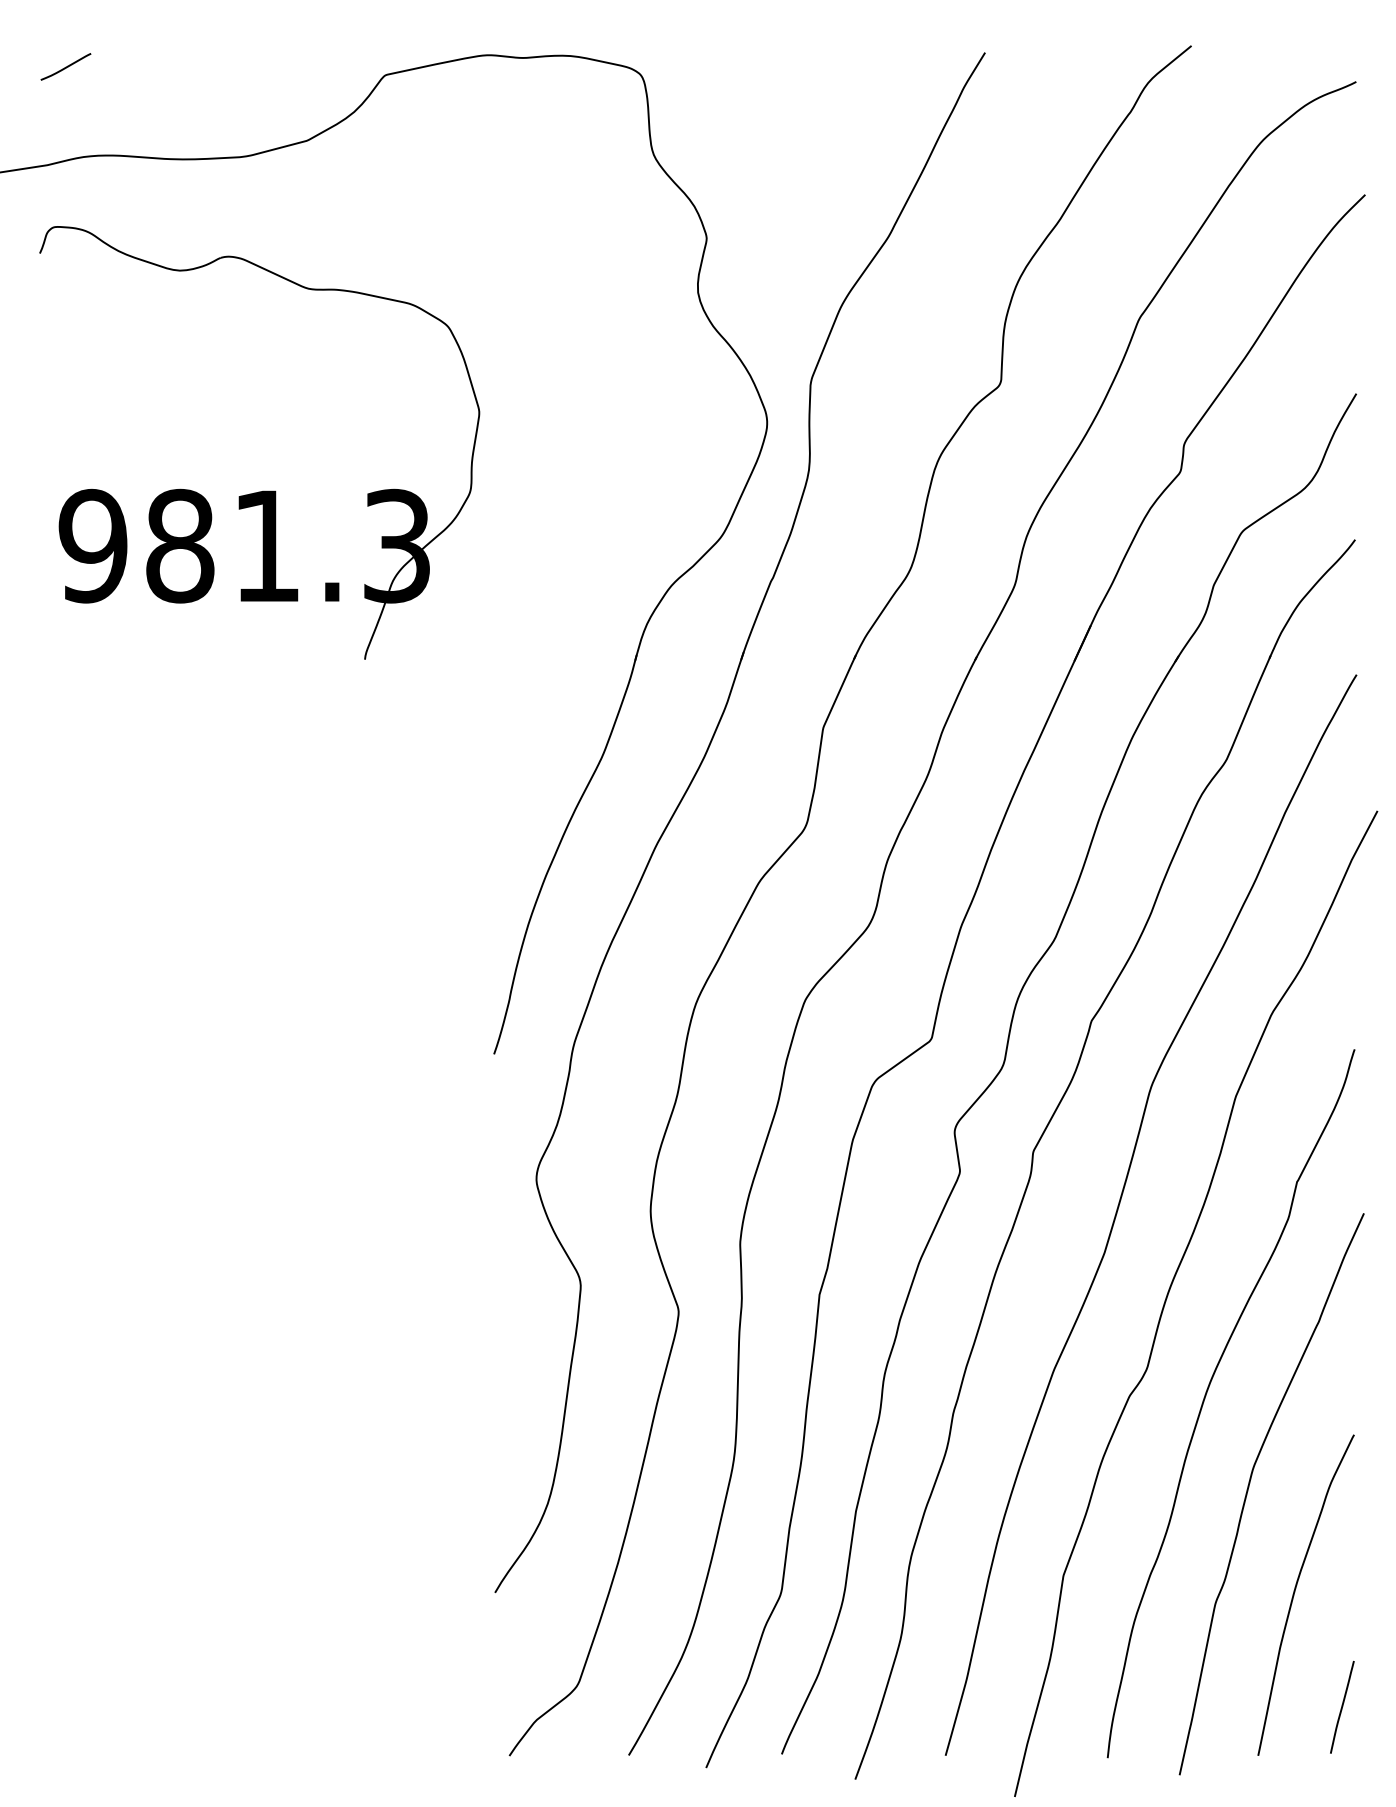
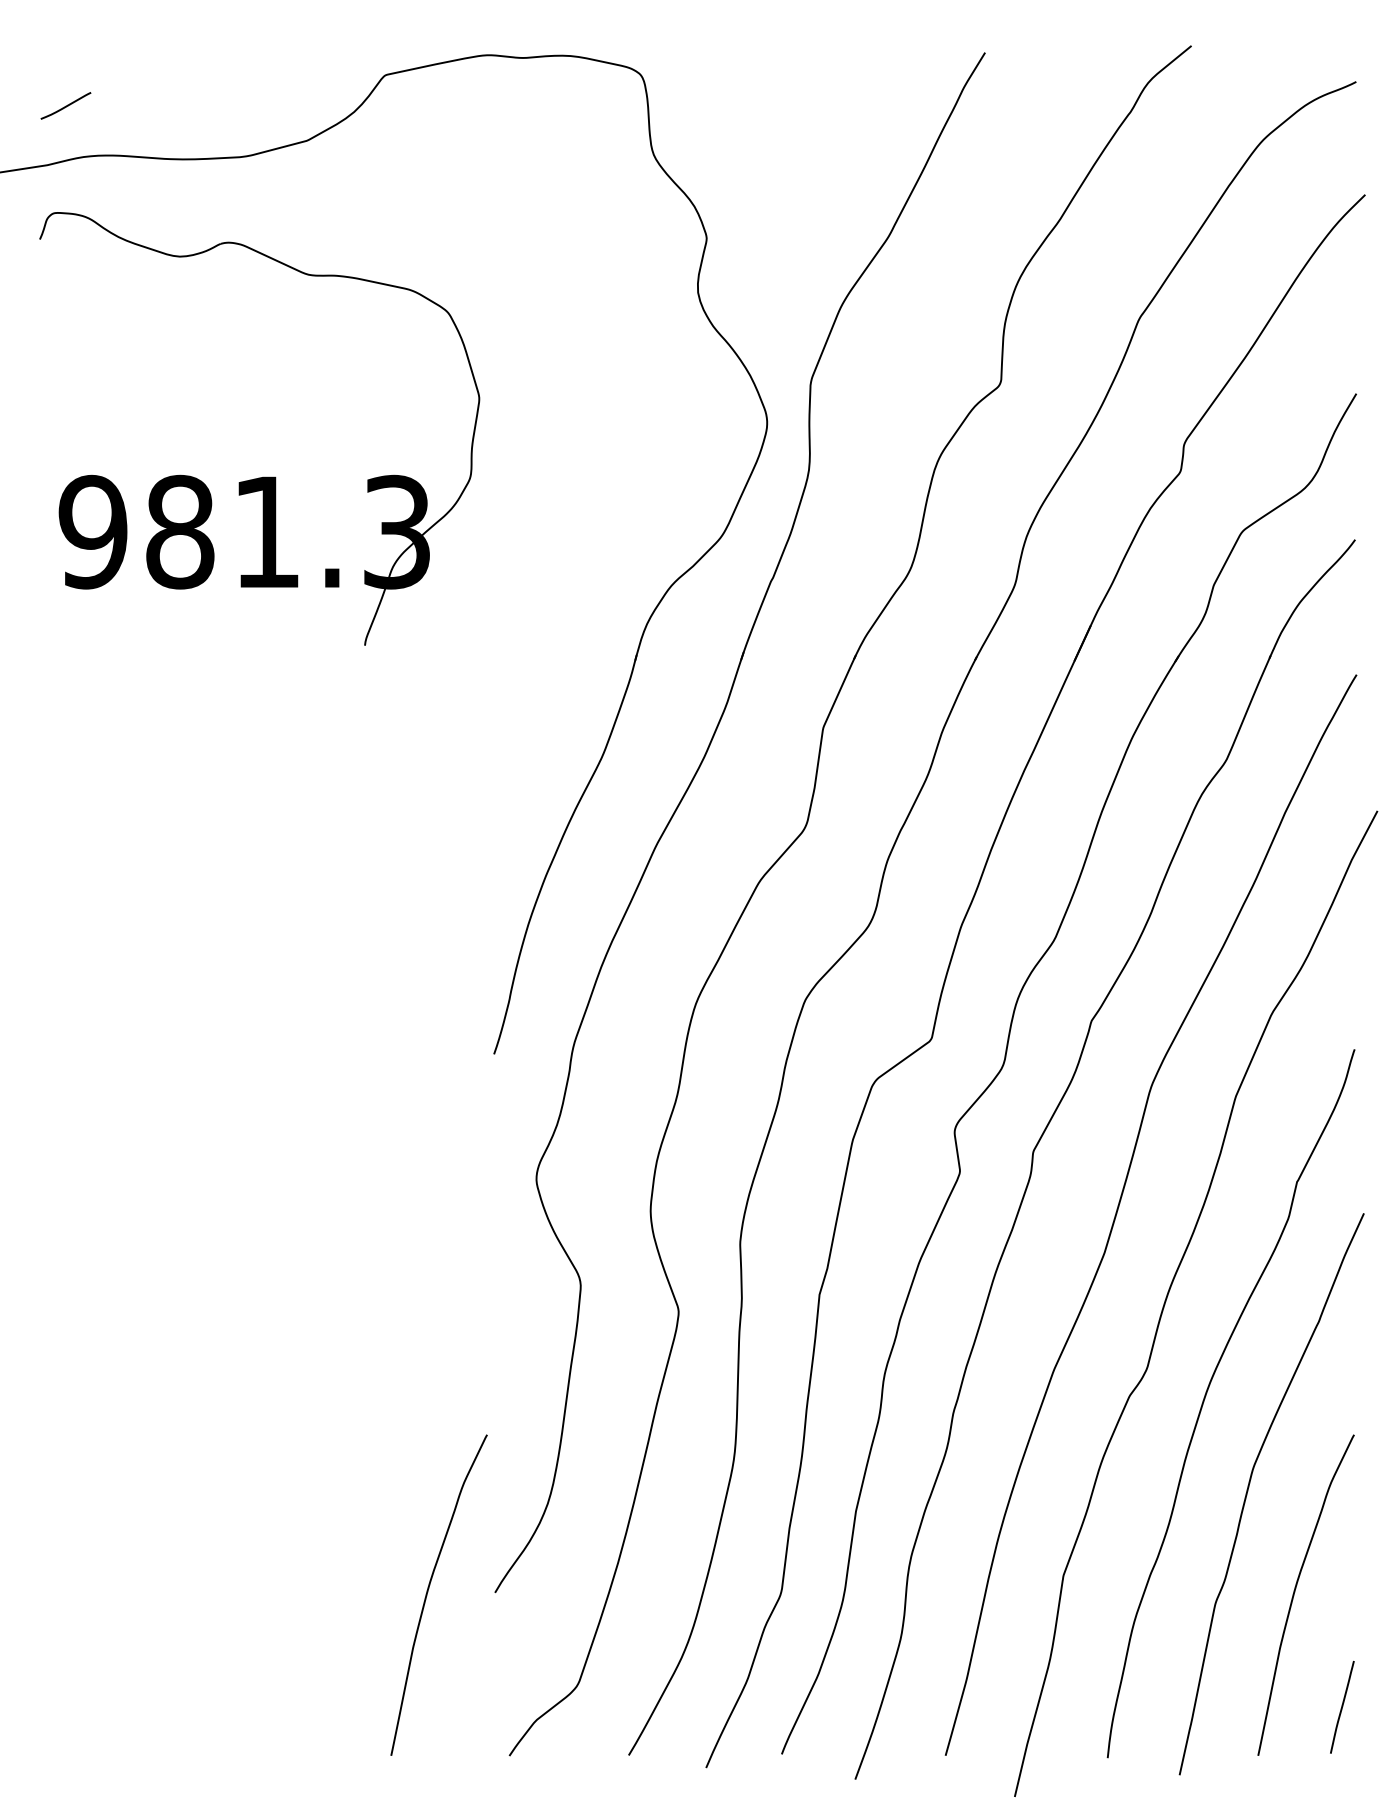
curve at (65, 66) position: (65, 66) -> (65, 105)
part at (263, 490) position: (263, 490) -> (263, 476)
curve at (428, 1592): none -> present
